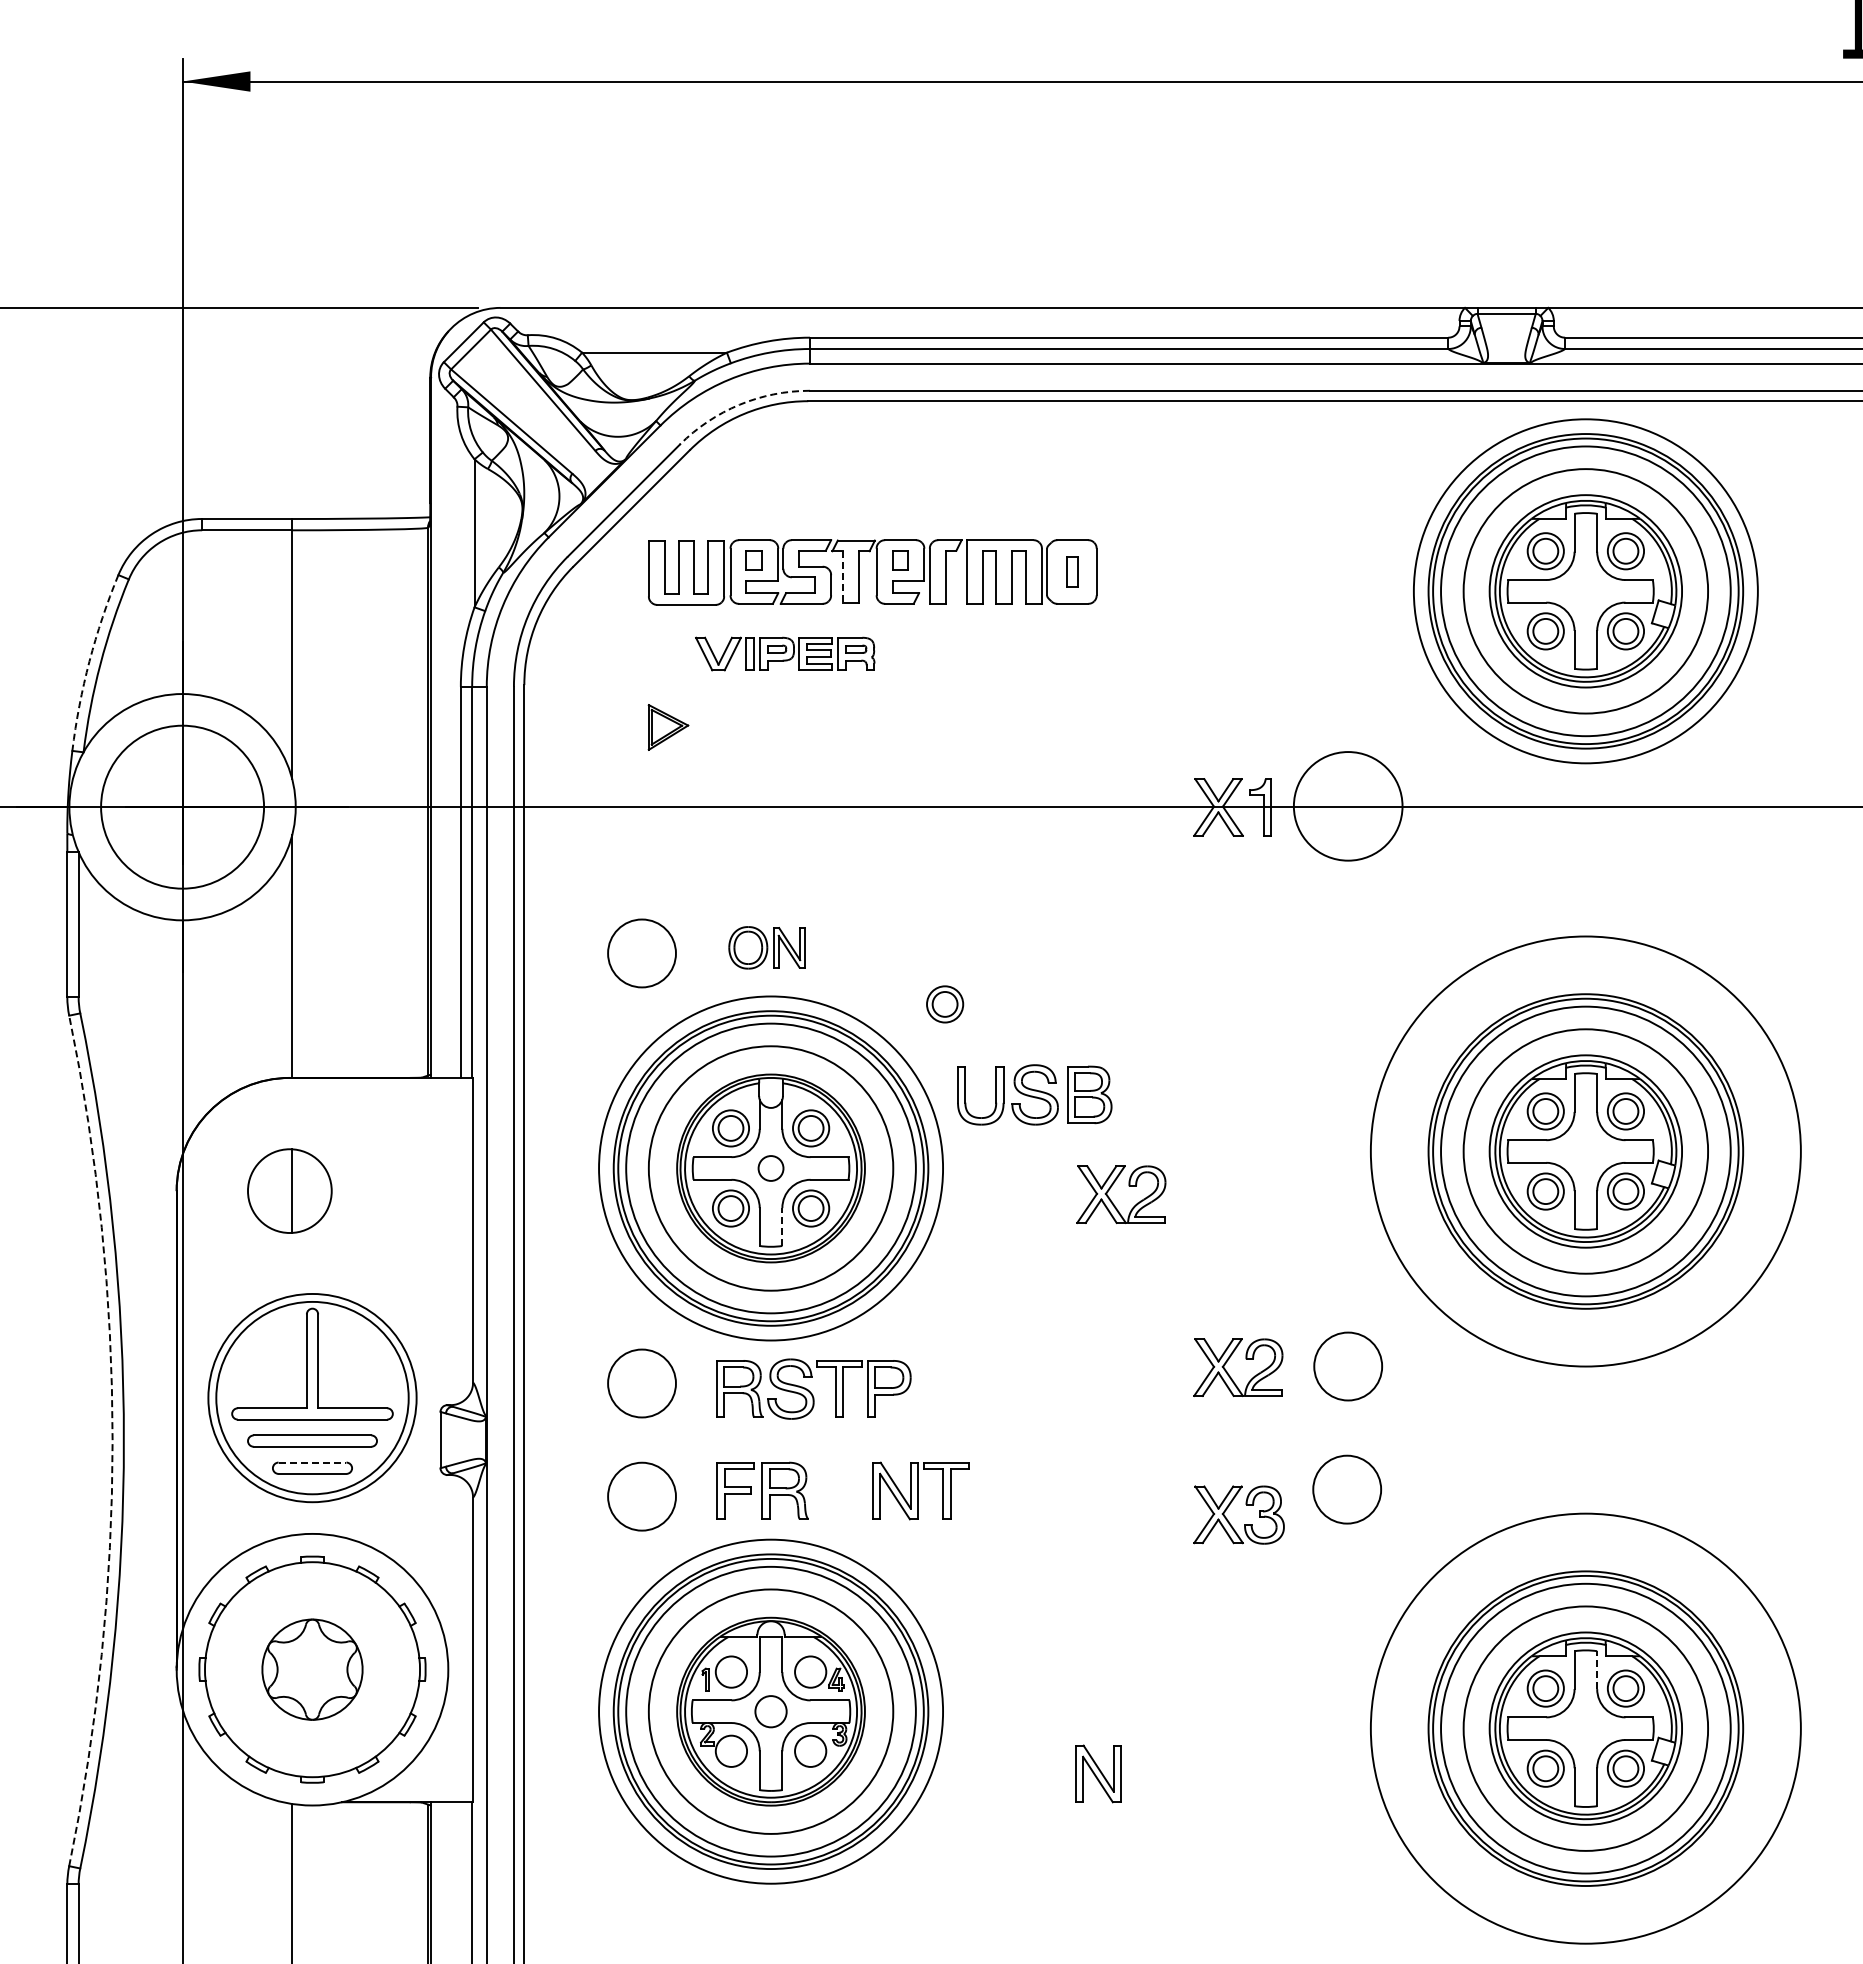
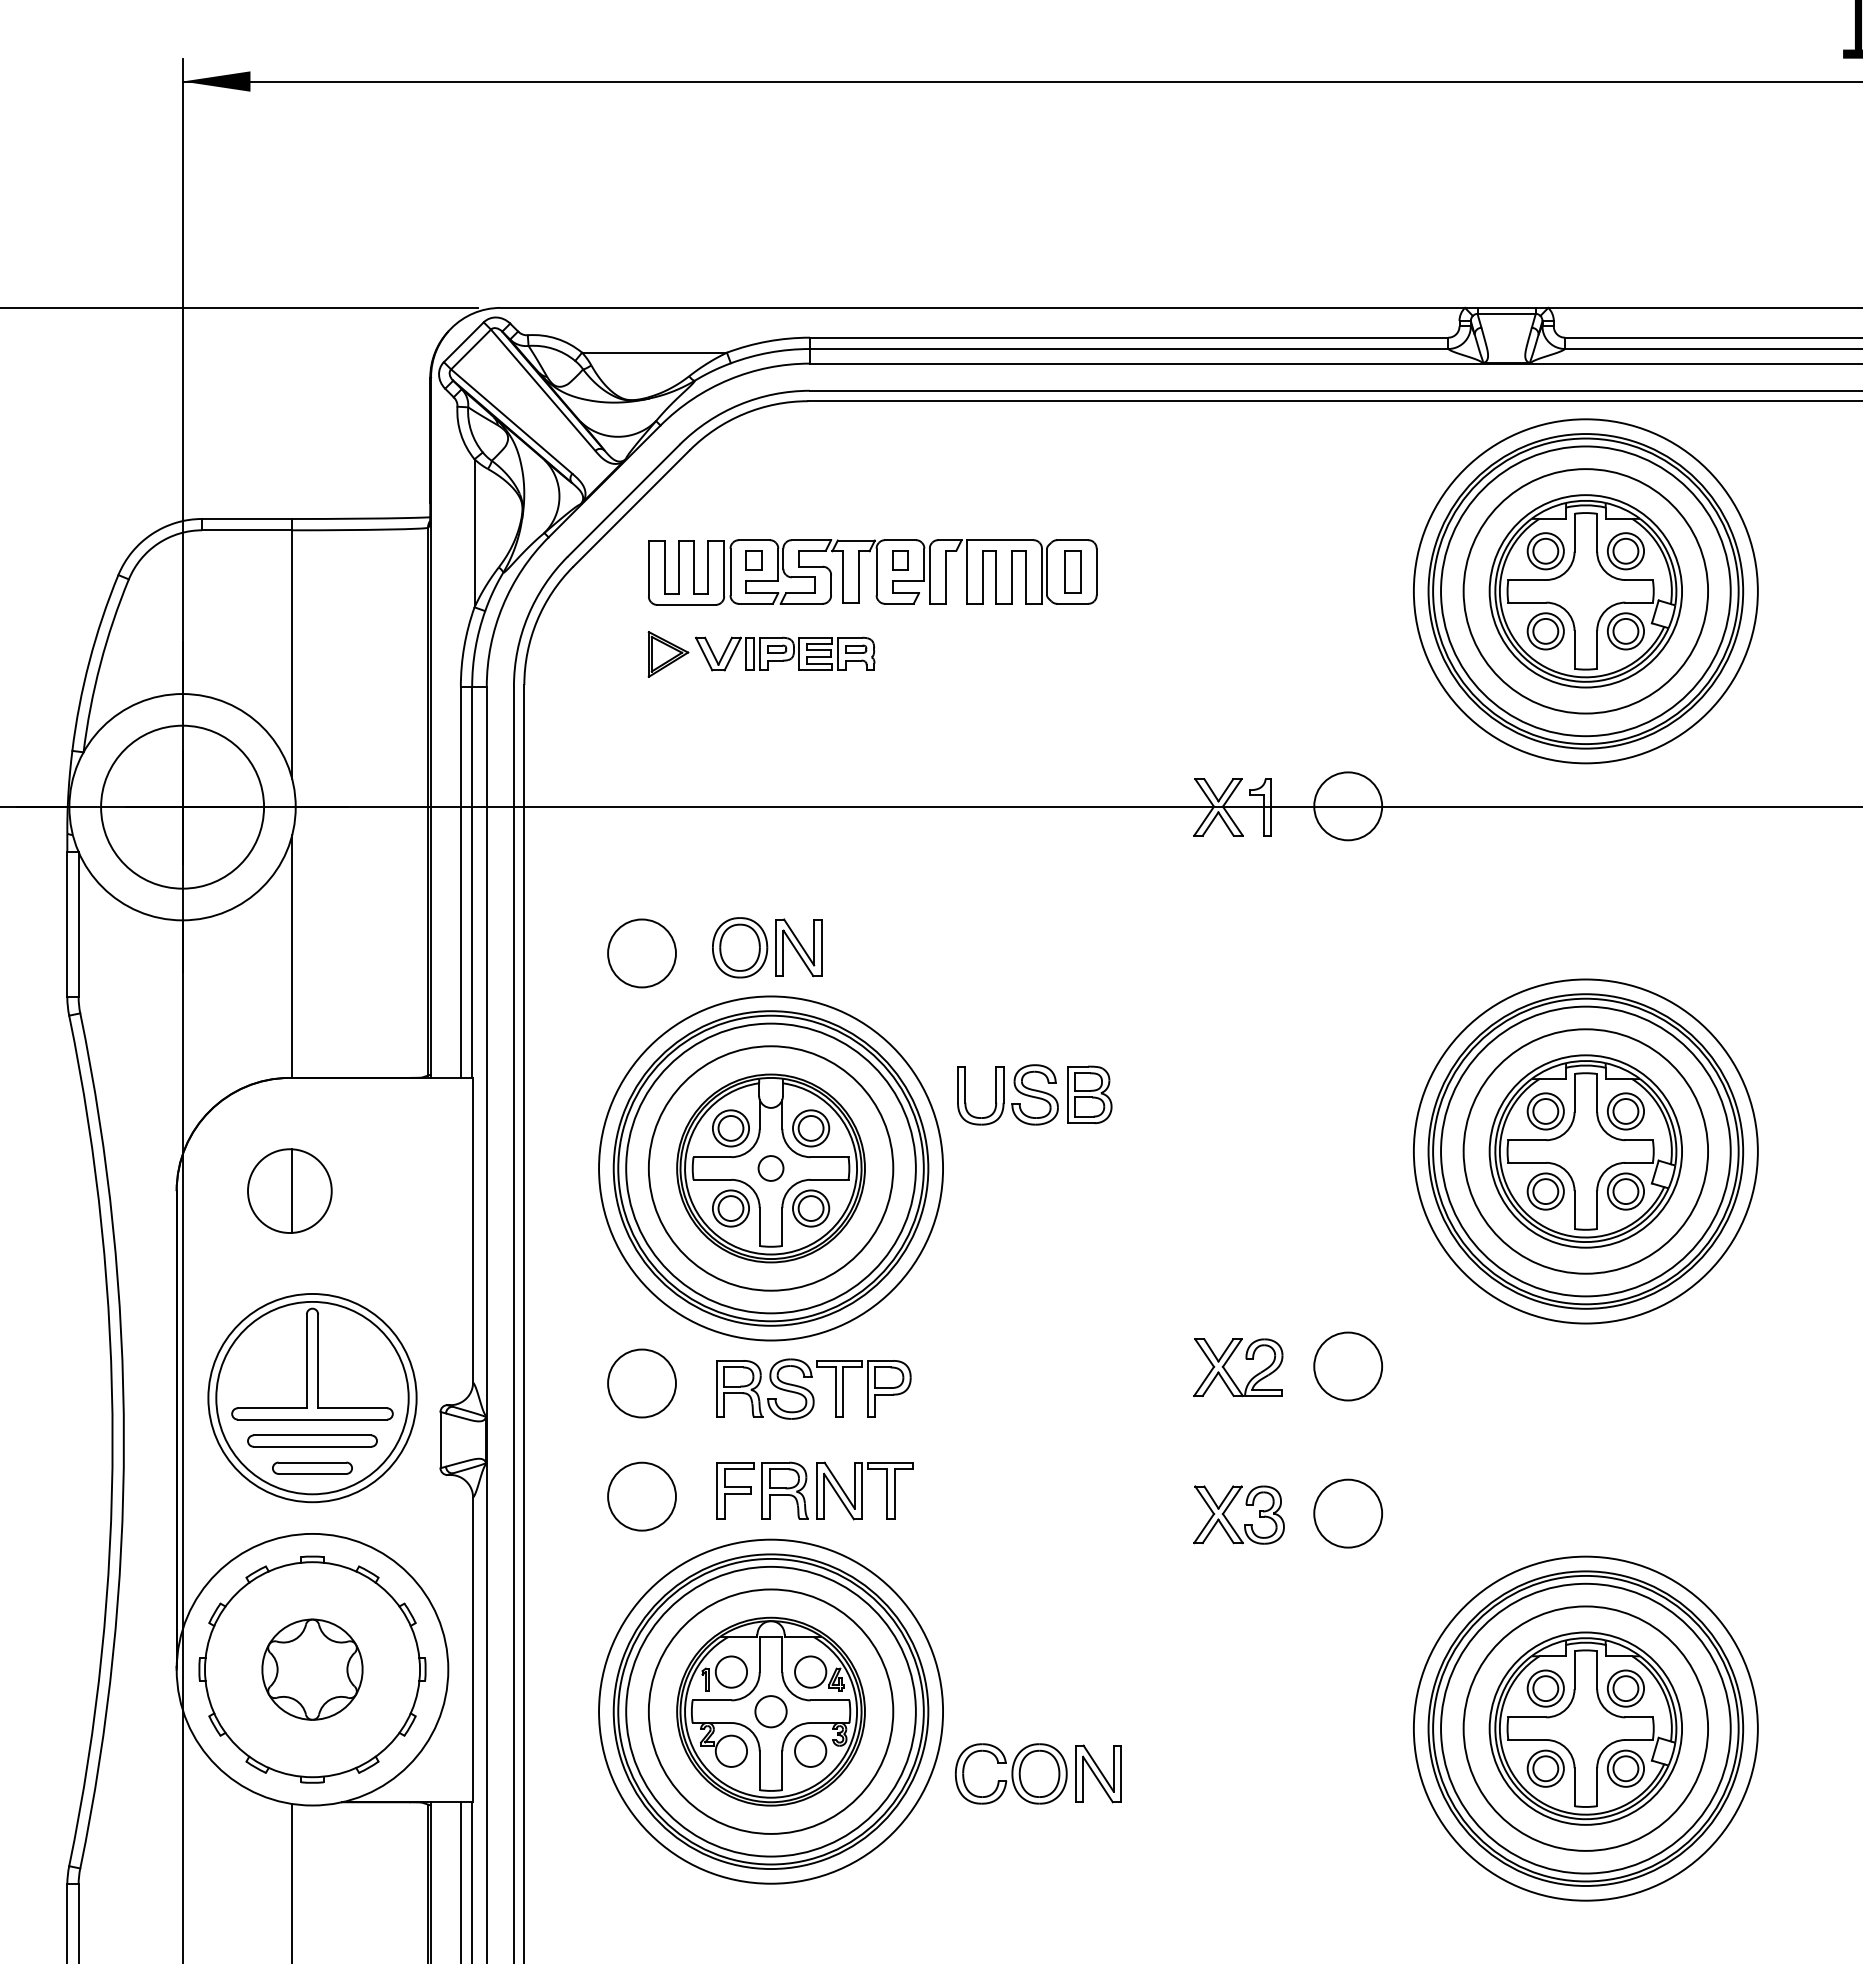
arc at (739, 404): dashed -> solid
part at (1072, 571) size: 13x32 px -> 18x44 px
line at (843, 577): dashed -> solid
arc at (89, 661): dashed -> solid
part at (668, 727) position: (668, 727) -> (668, 654)
circle at (1347, 806) diameter: 109 px -> 68 px
part at (766, 947) size: 78x44 px -> 111x62 px
part at (945, 1004): present -> none
circle at (1585, 1151) diameter: 430 px -> 344 px
part at (1129, 1186): present -> none
line at (782, 1227): dashed -> solid
arc at (112, 1440): dashed -> solid
line at (312, 1462): dashed -> solid
circle at (1347, 1489) position: (1347, 1489) -> (1348, 1513)
part at (920, 1490) position: (920, 1490) -> (864, 1490)
line at (1597, 1670): dashed -> solid
circle at (1585, 1728) diameter: 430 px -> 344 px
part at (1010, 1773): none -> present
line at (460, 1881): none -> present
